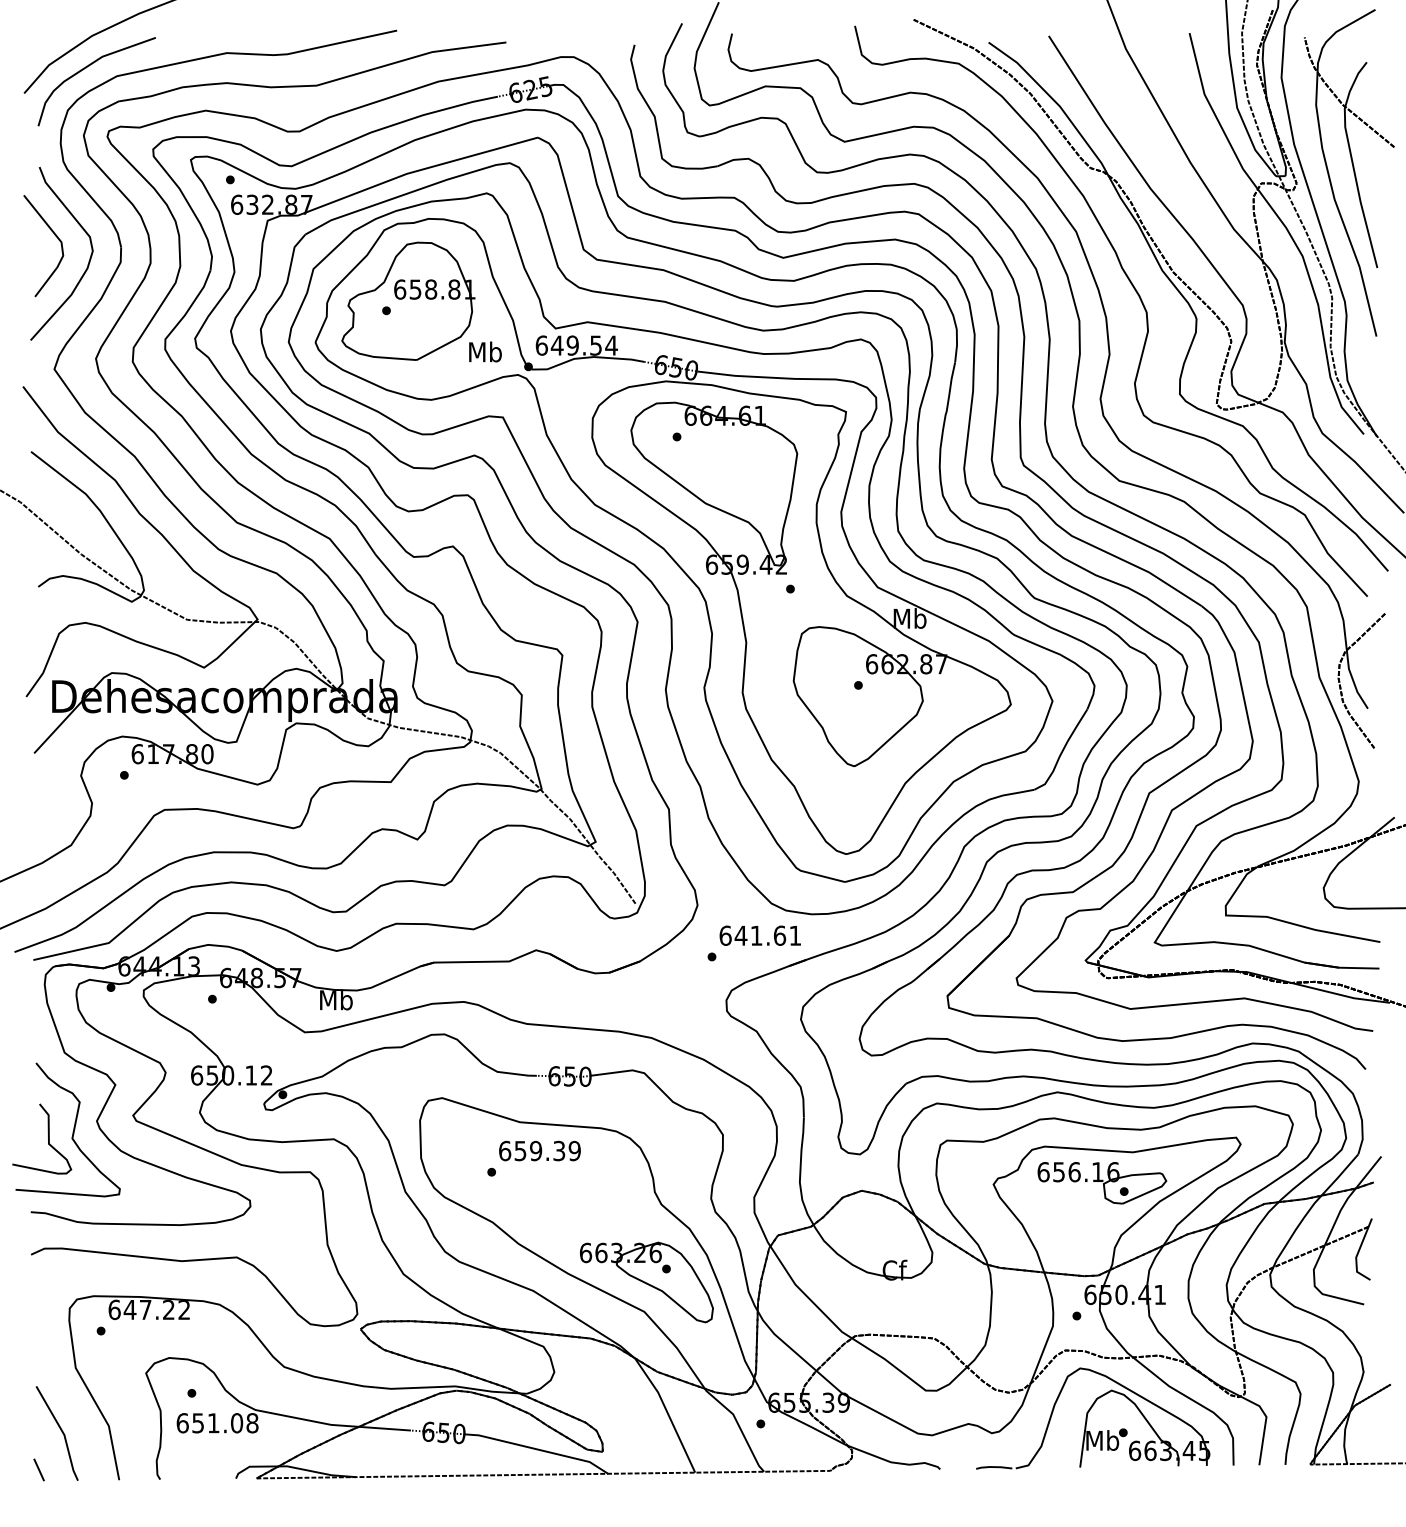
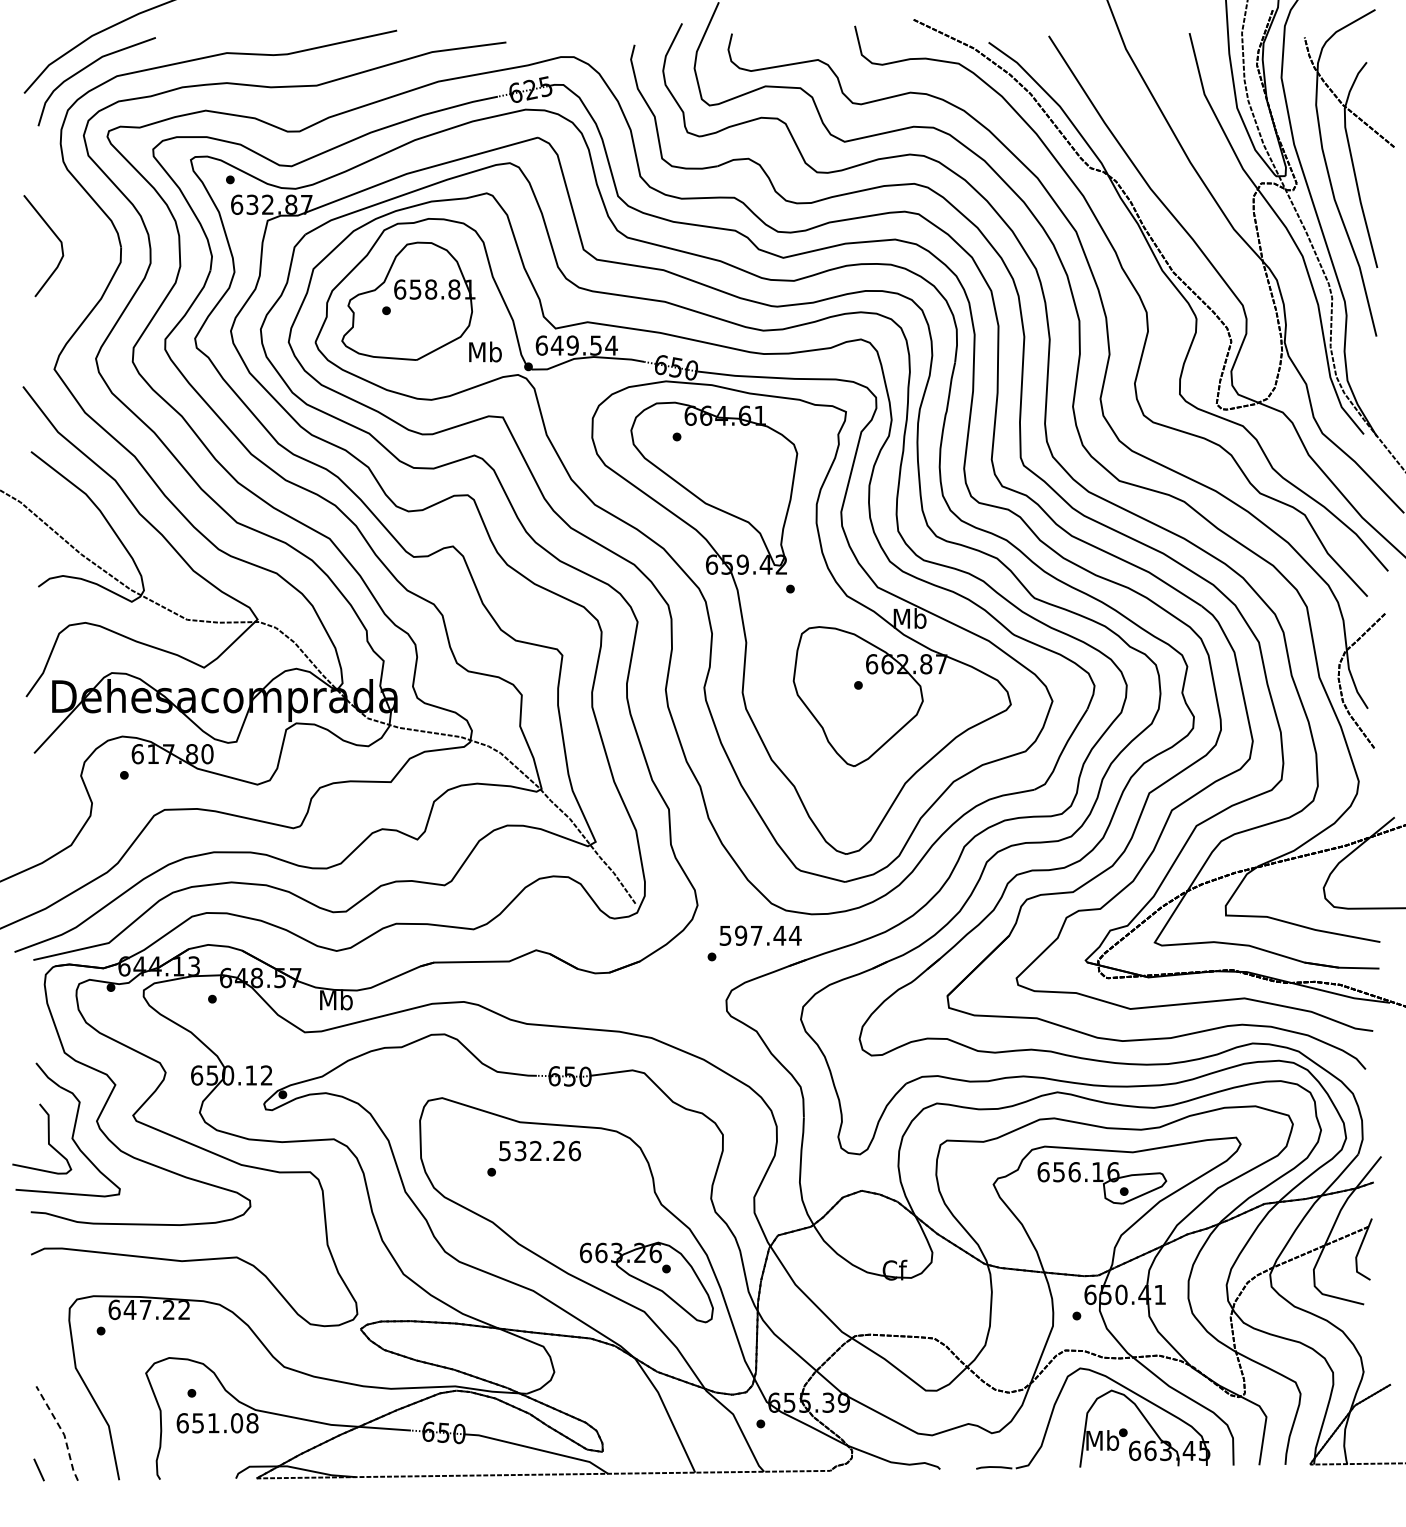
curve at (88, 261): present -> none
text at (760, 935): 641.61 -> 597.44
text at (540, 1150): 659.39 -> 532.26
line at (62, 1432): solid -> dashed
